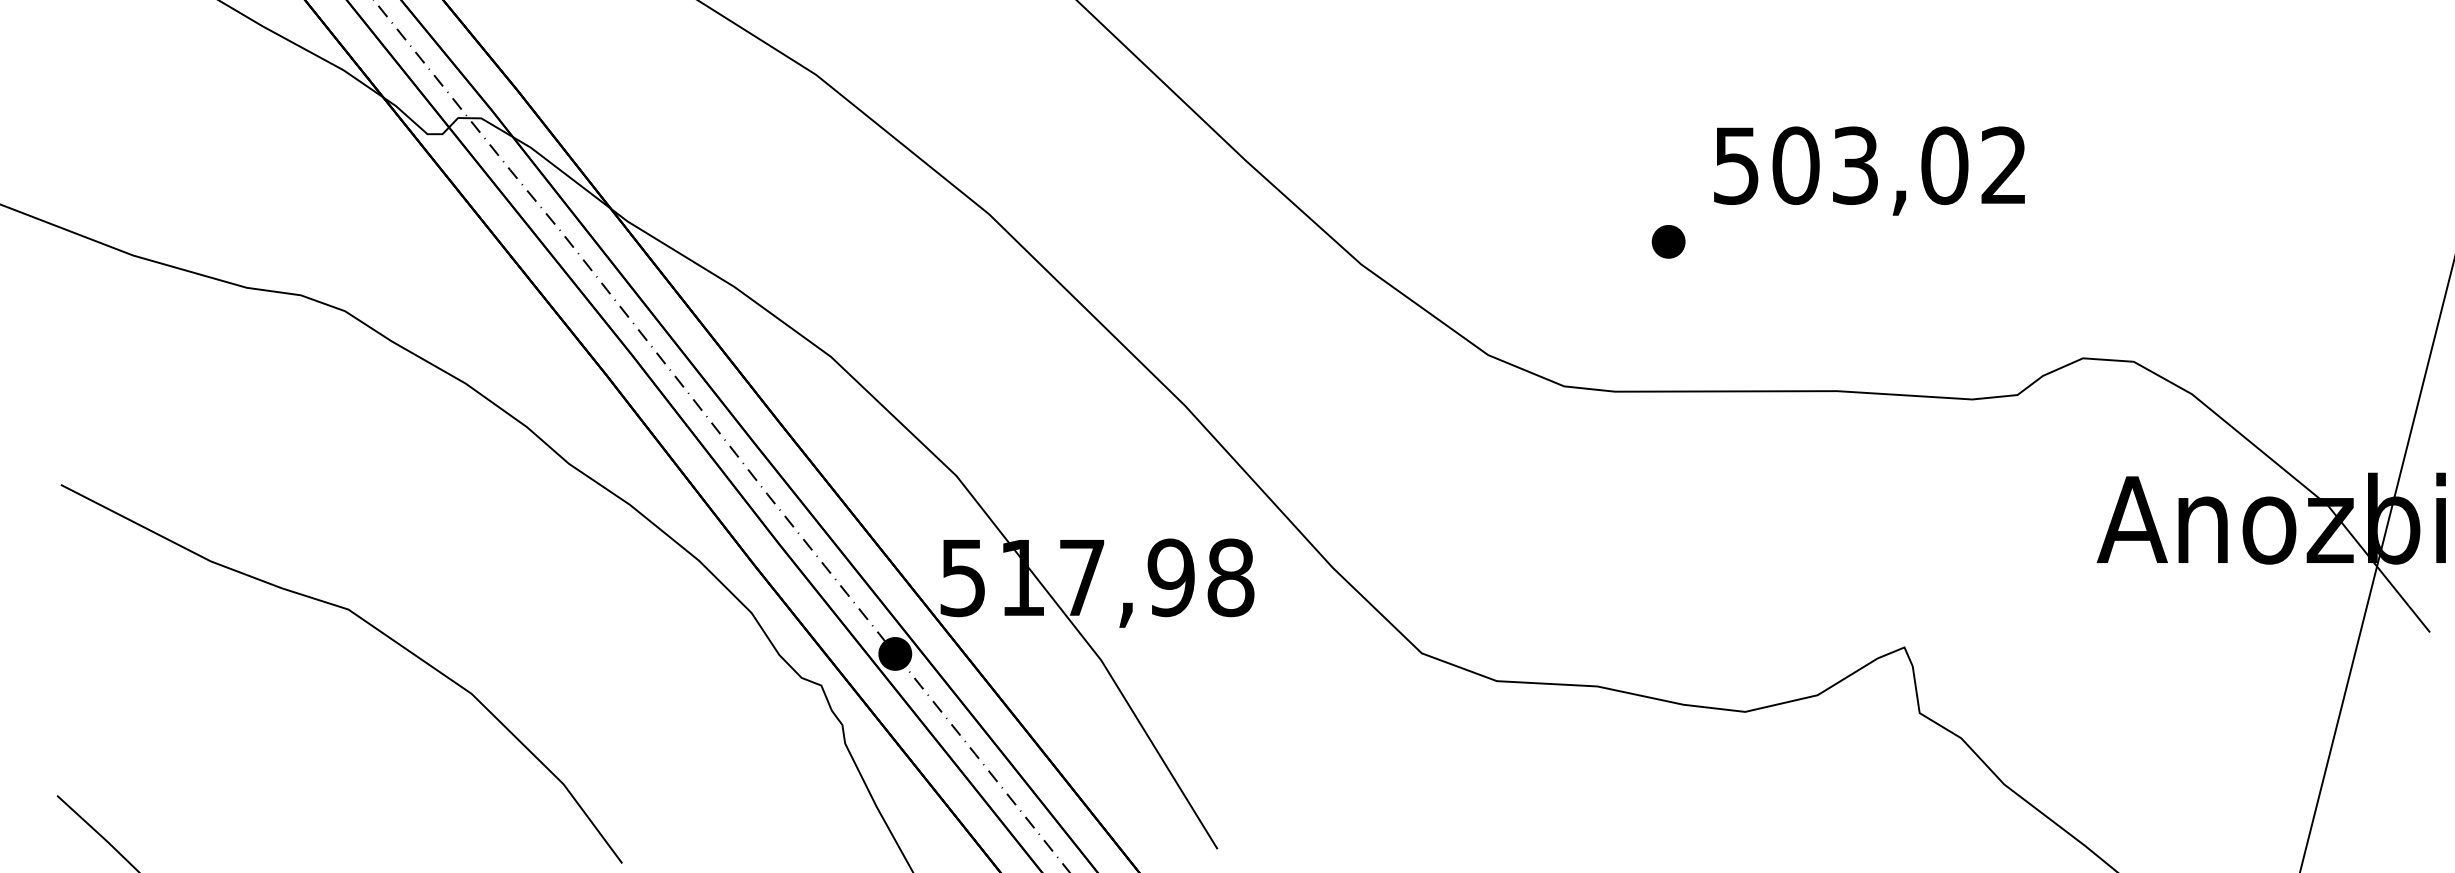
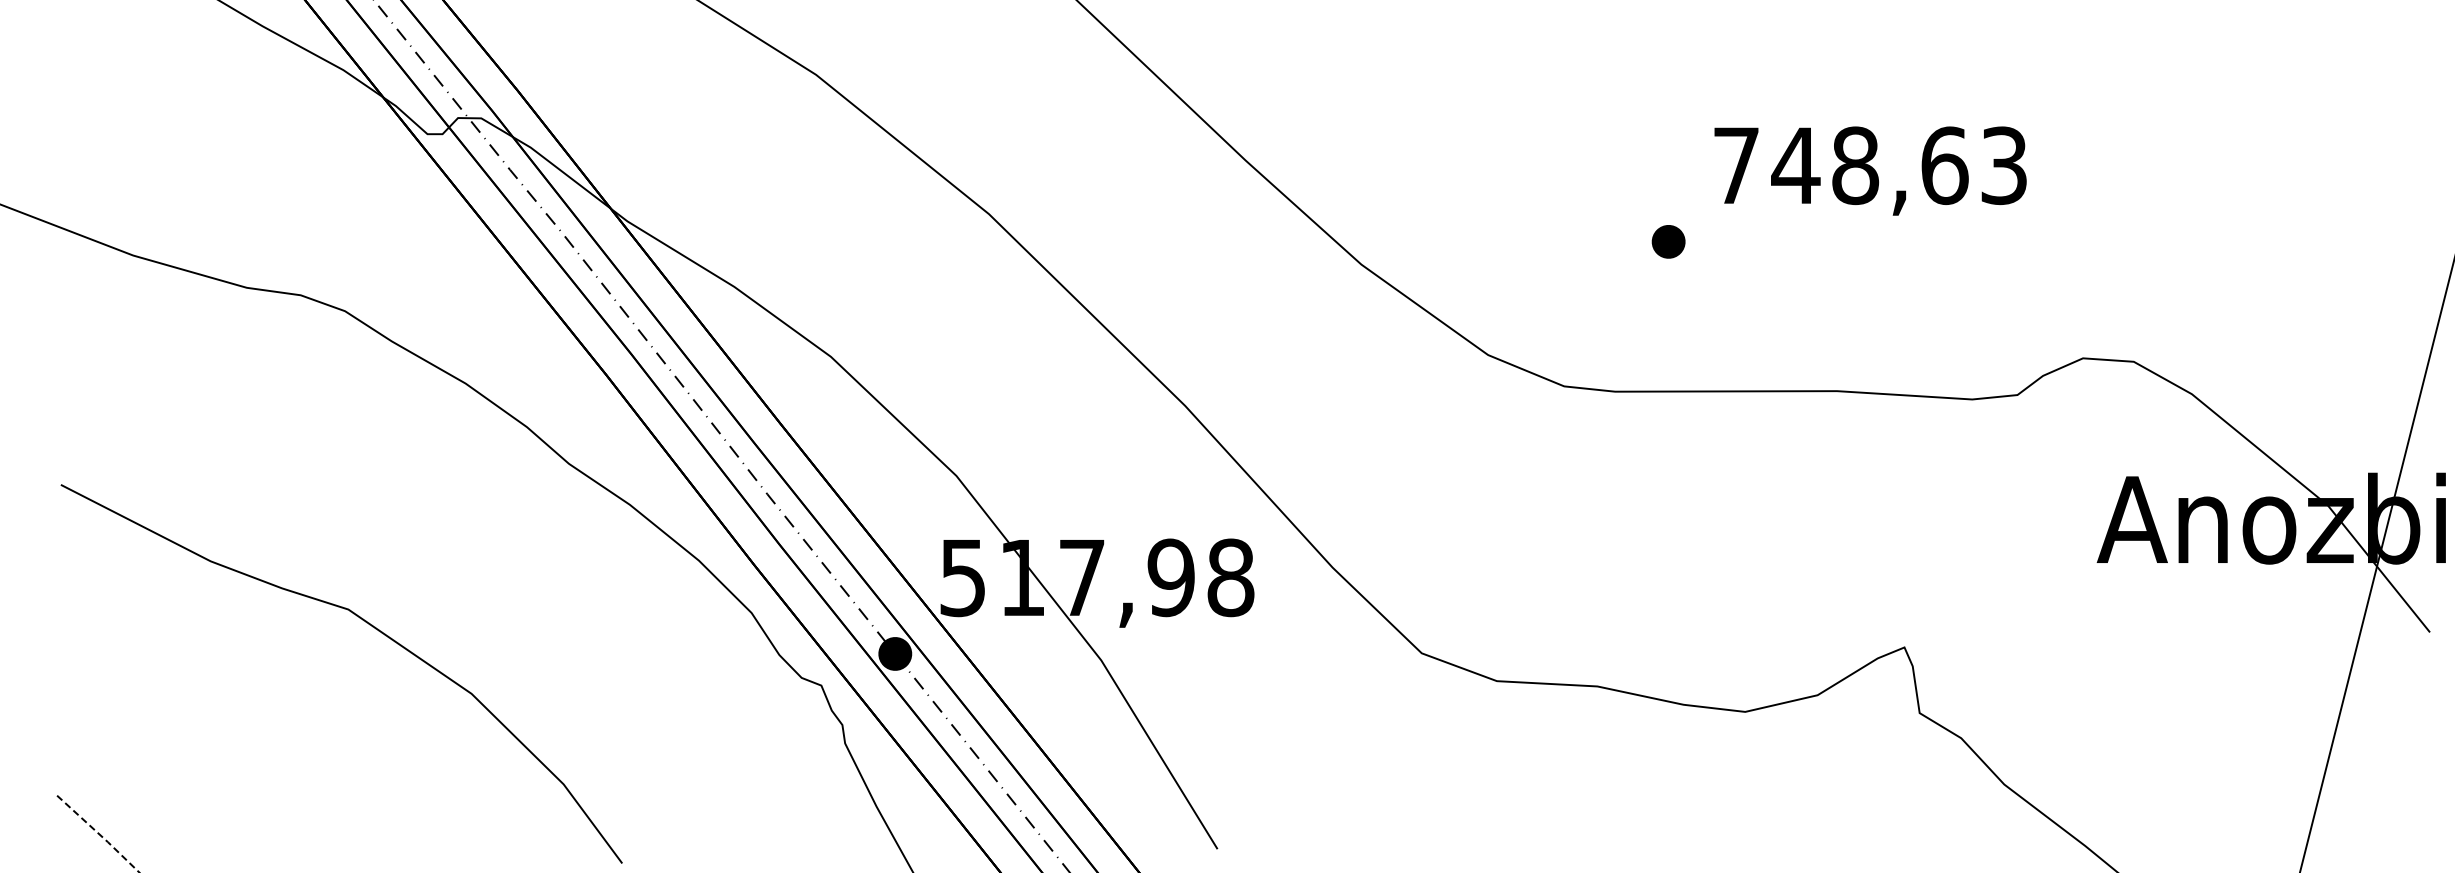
text at (1870, 165): 503,02 -> 748,63
line at (99, 834): solid -> dashed
